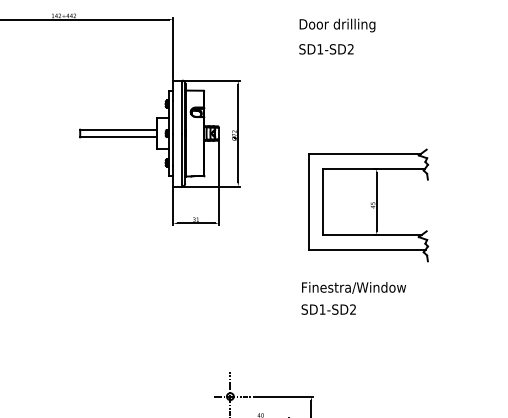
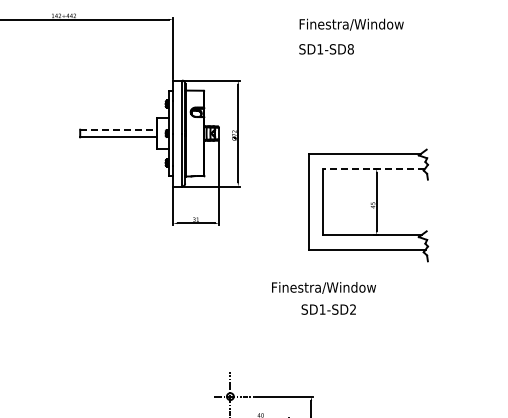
text at (352, 25): Door drilling -> Finestra/Window
text at (350, 49): SD1-SD2 -> SD1-SD8
line at (118, 129): solid -> dashed
line at (374, 168): solid -> dashed
text at (353, 287) position: (353, 287) -> (323, 287)
